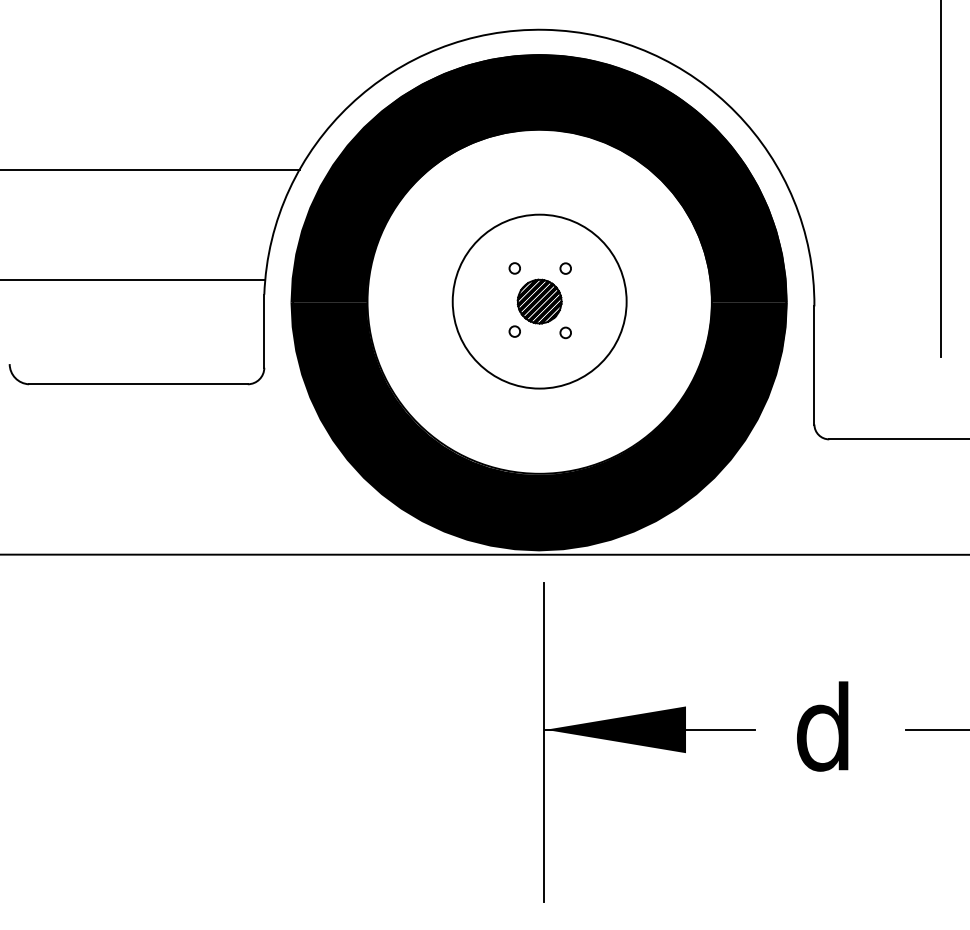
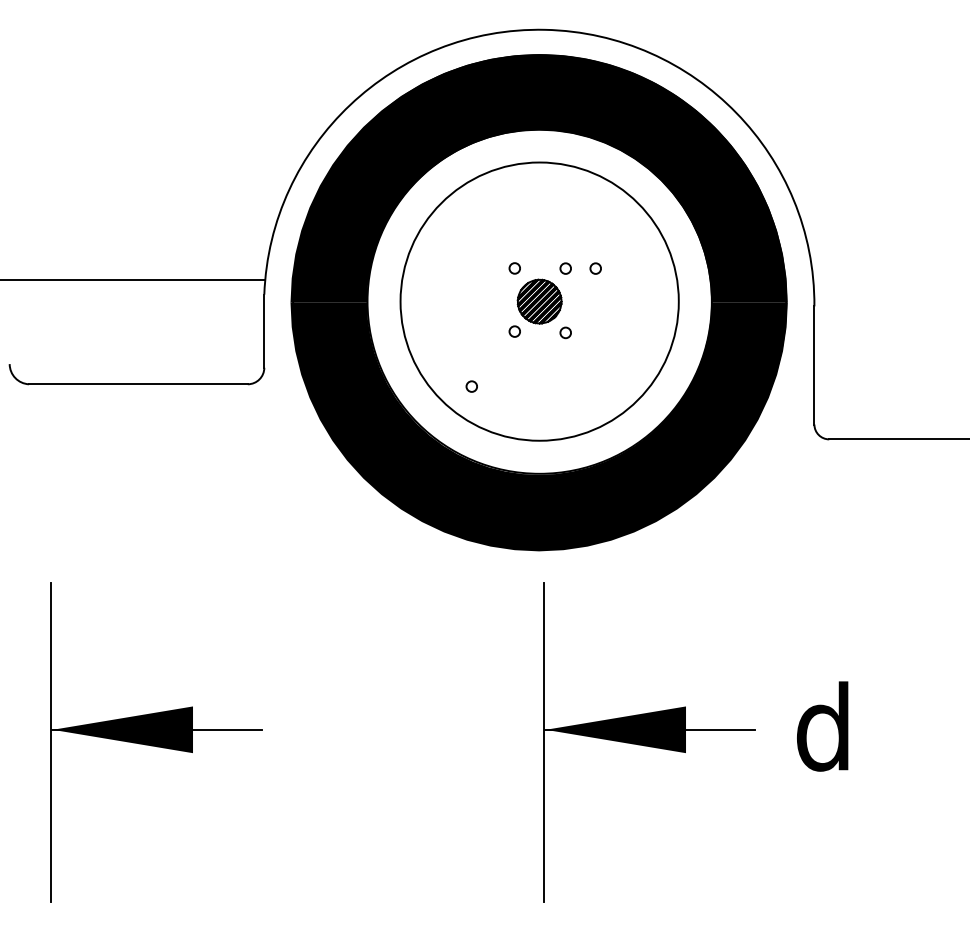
line at (150, 169): present -> none
line at (940, 179): present -> none
circle at (595, 268): none -> present
circle at (539, 301) diameter: 174 px -> 278 px
circle at (471, 386): none -> present
line at (484, 554): present -> none
line at (935, 729): present -> none
part at (156, 742): none -> present
